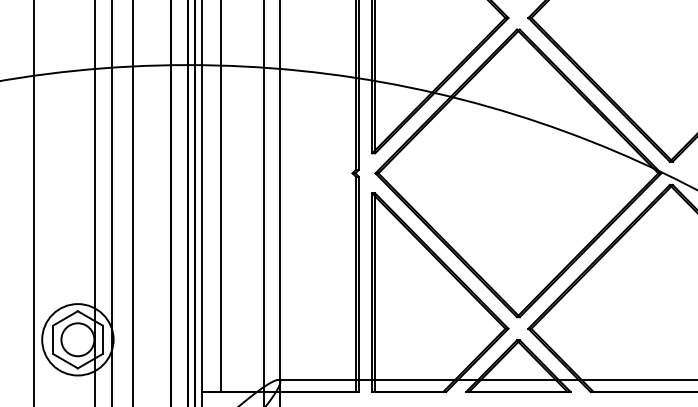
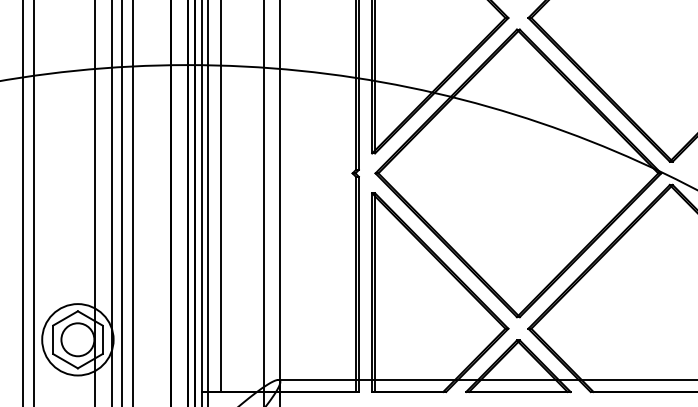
line at (22, 202): none -> present
line at (121, 202): none -> present
line at (208, 202): none -> present
